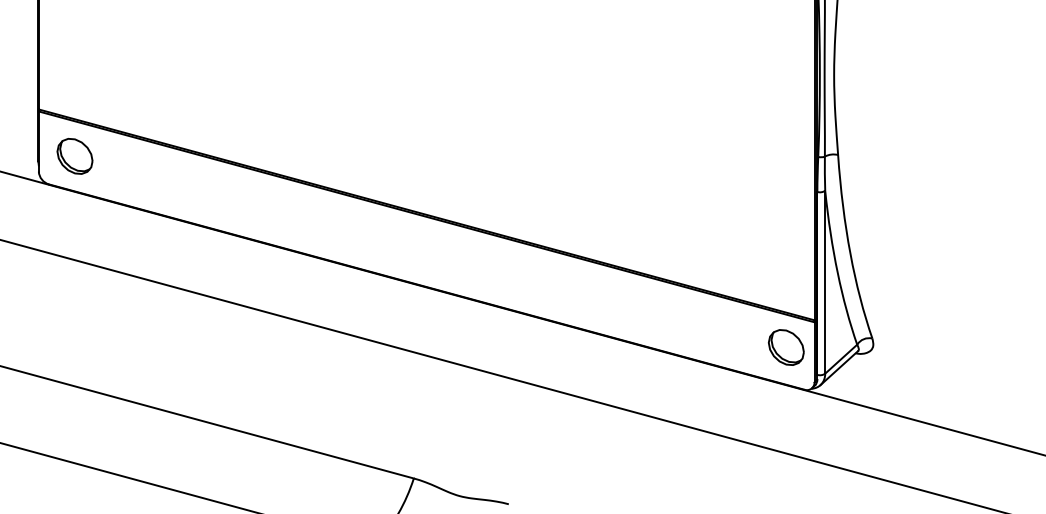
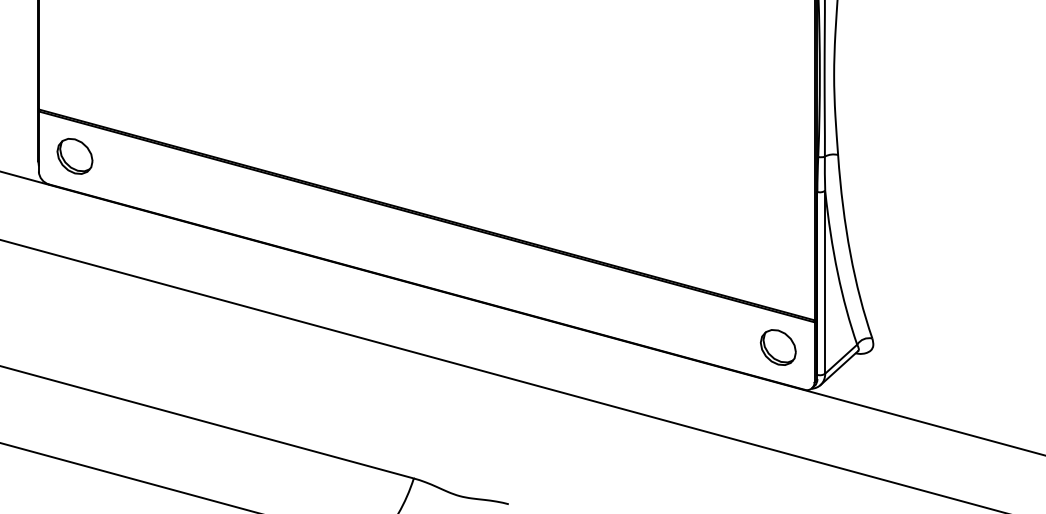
part at (785, 347) position: (785, 347) -> (777, 347)
